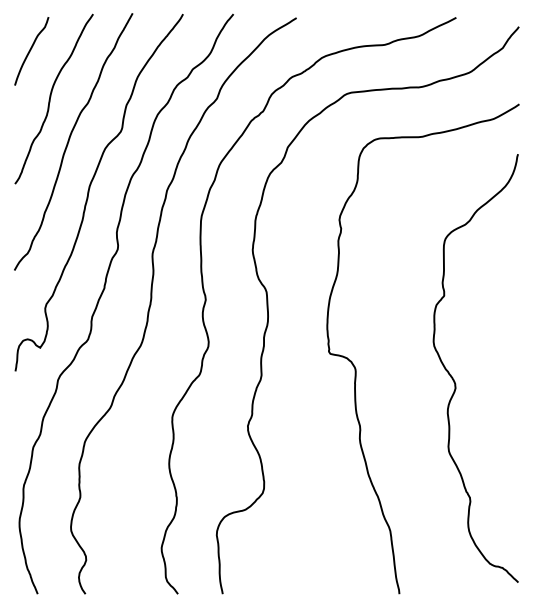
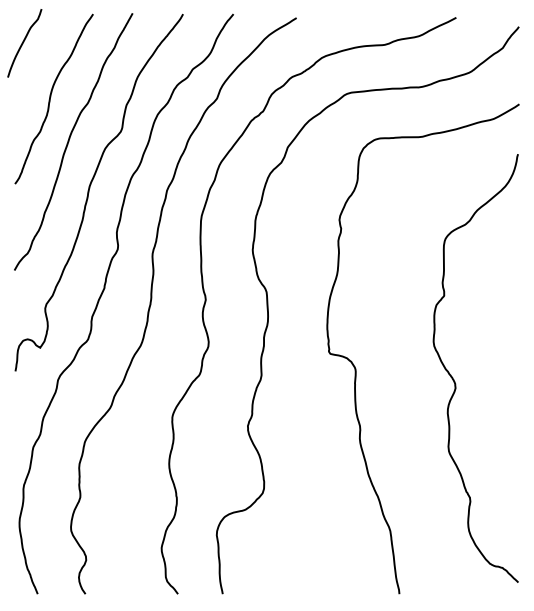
curve at (31, 50) position: (31, 50) -> (24, 42)
